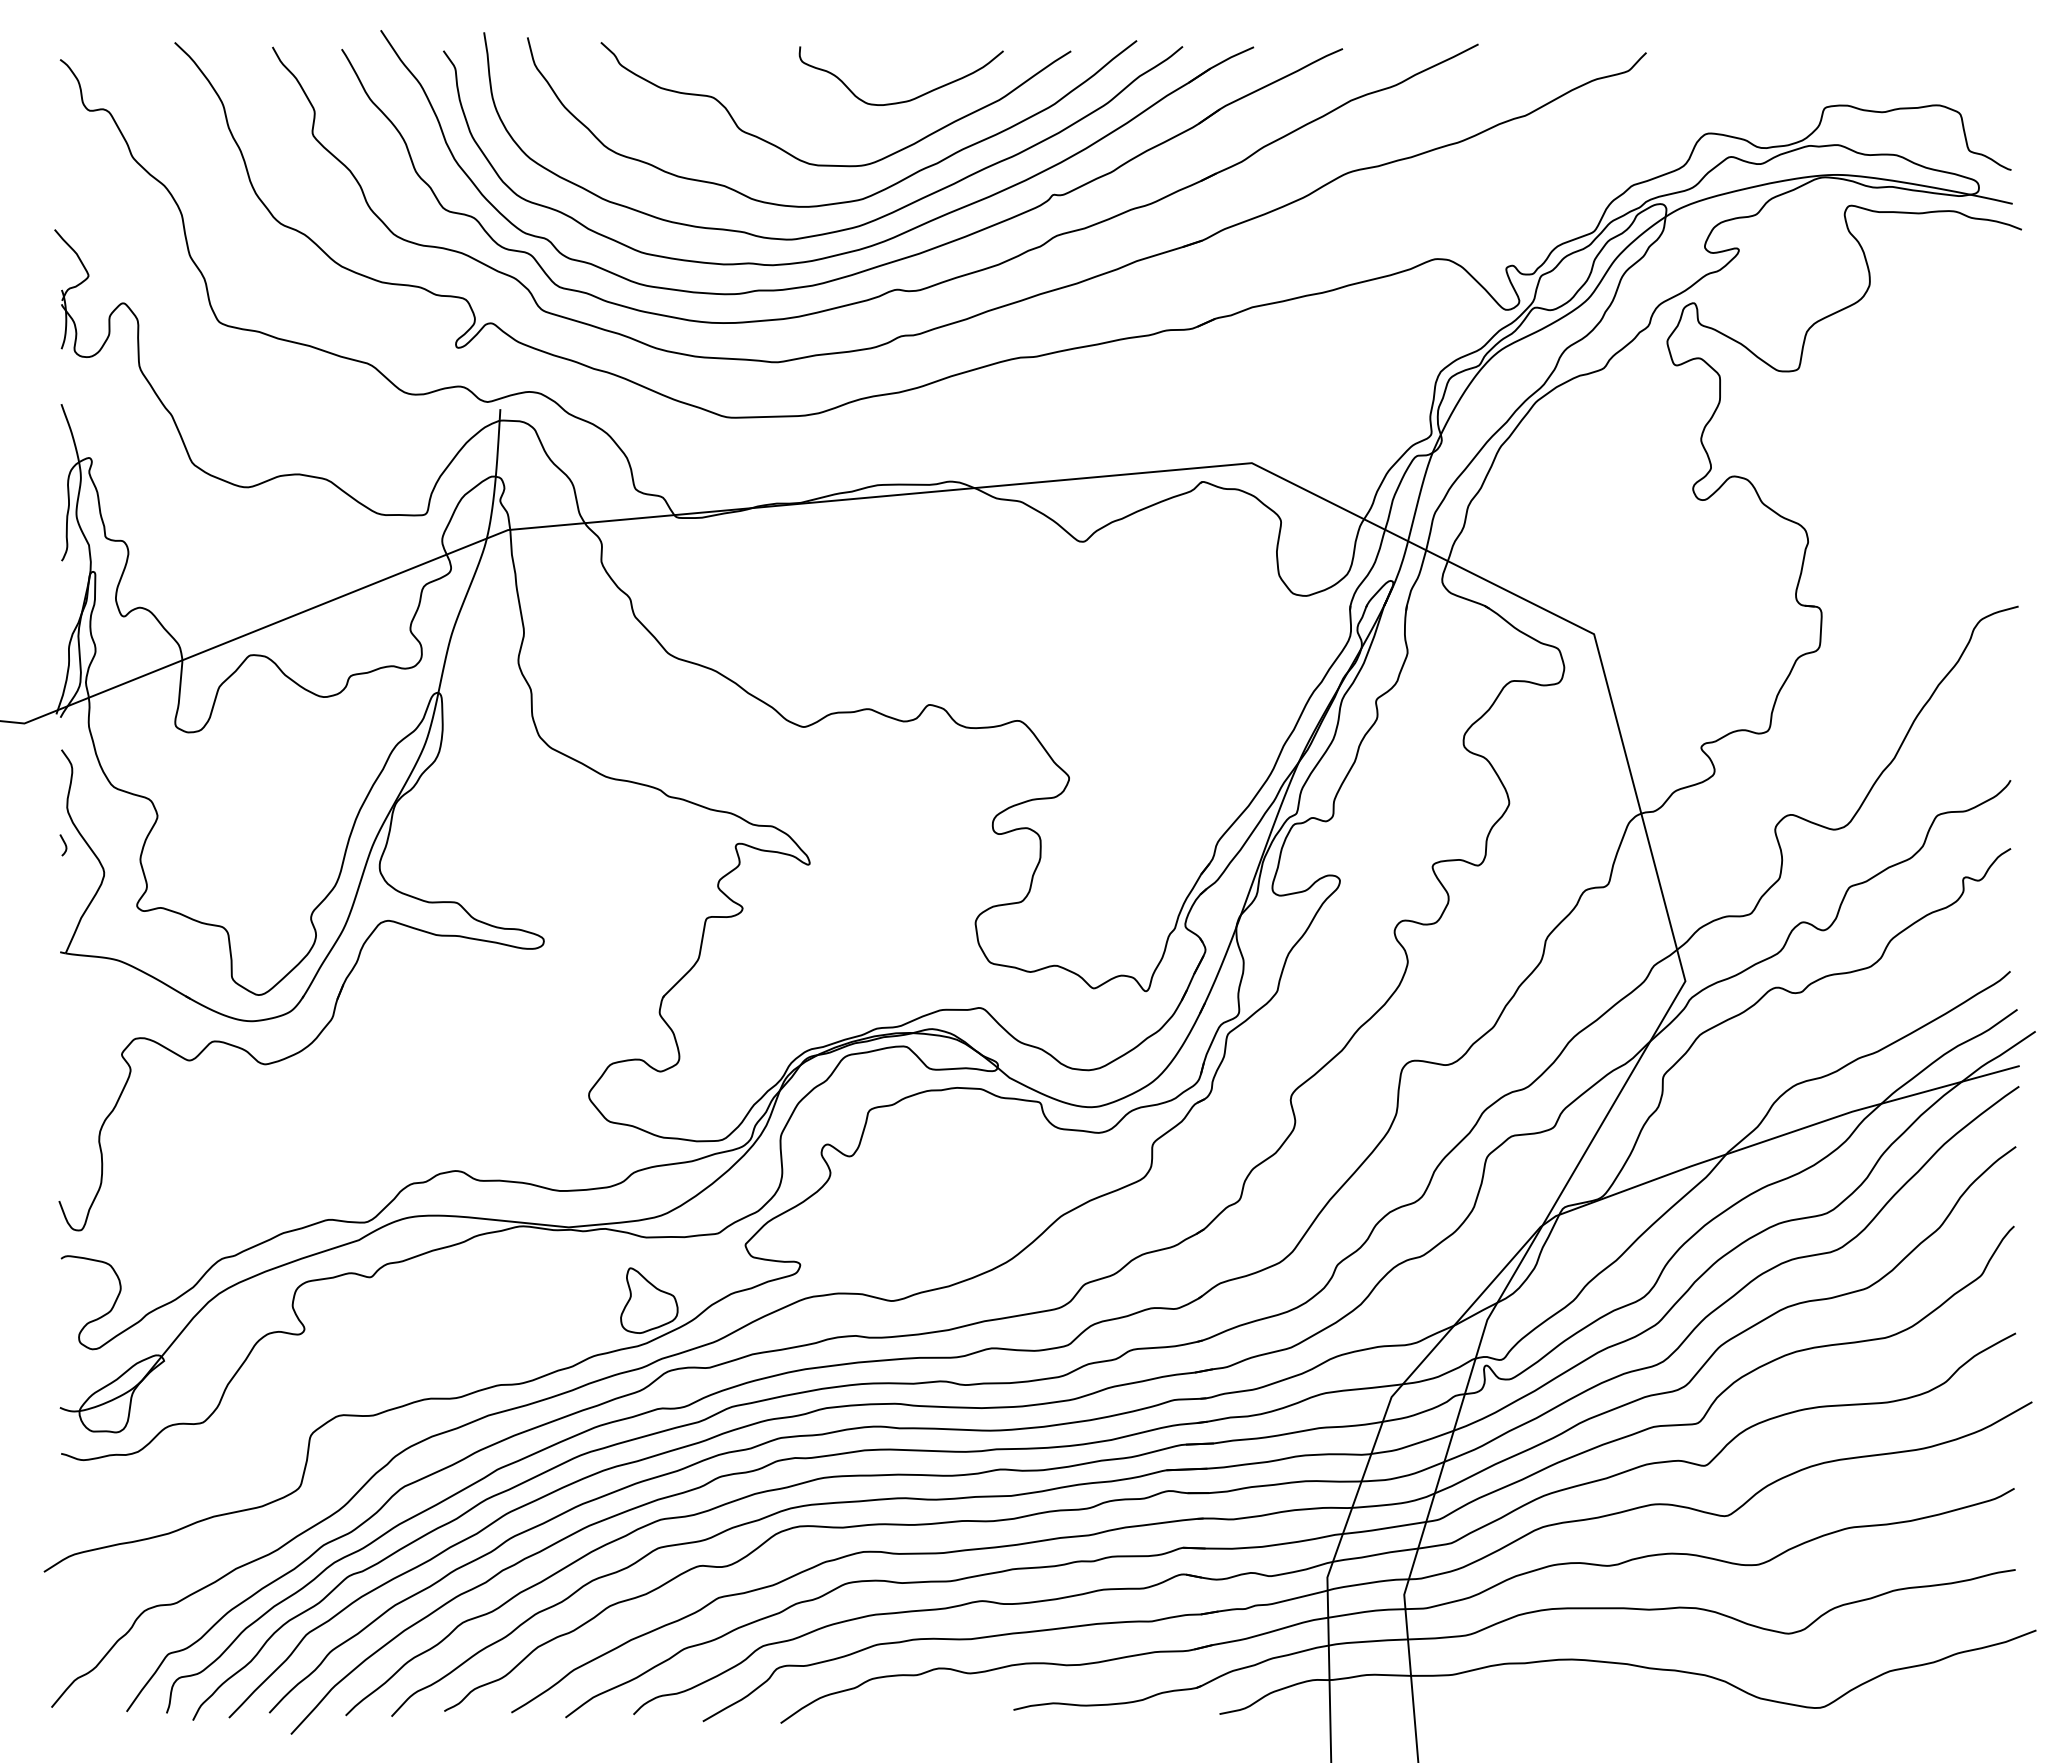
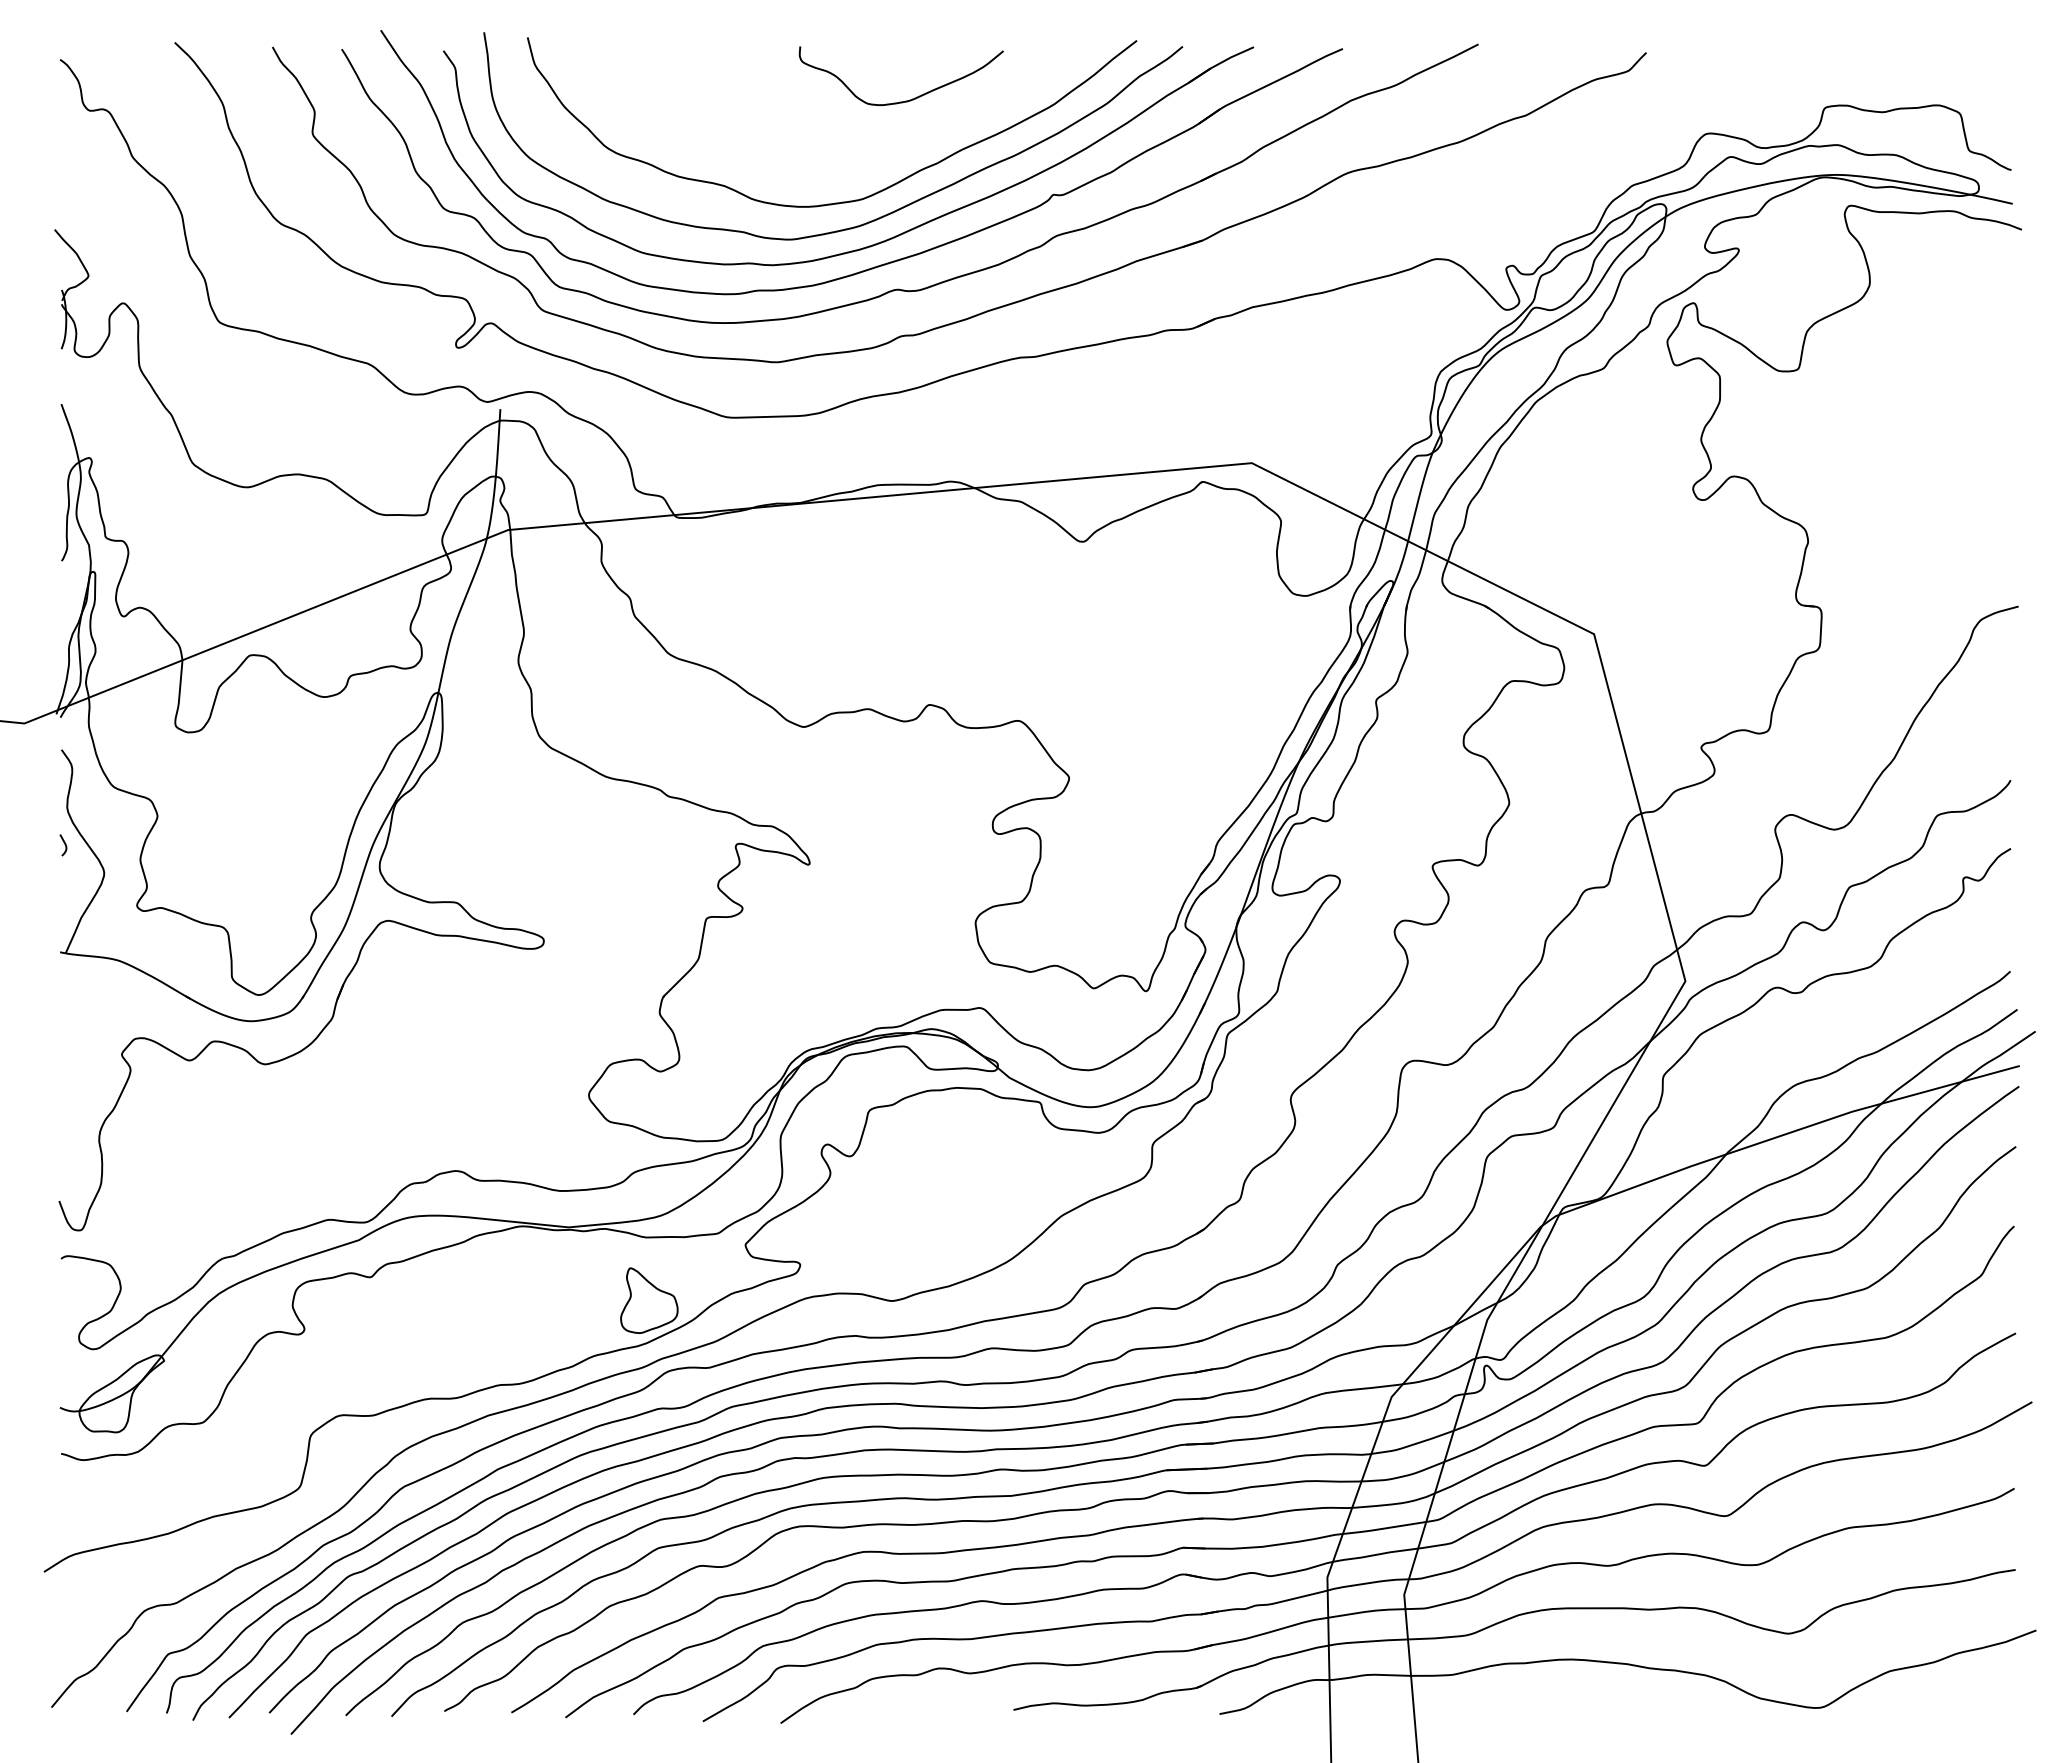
curve at (832, 164): present -> none
